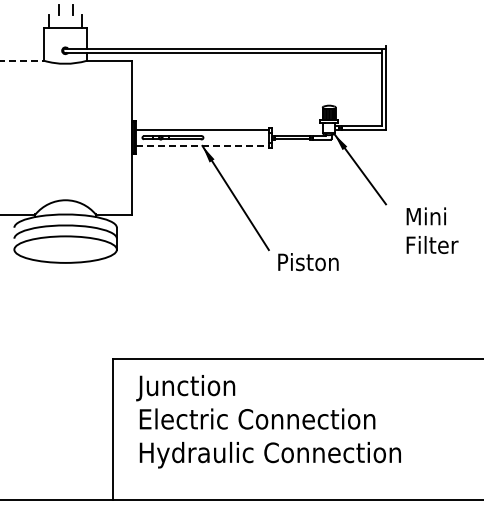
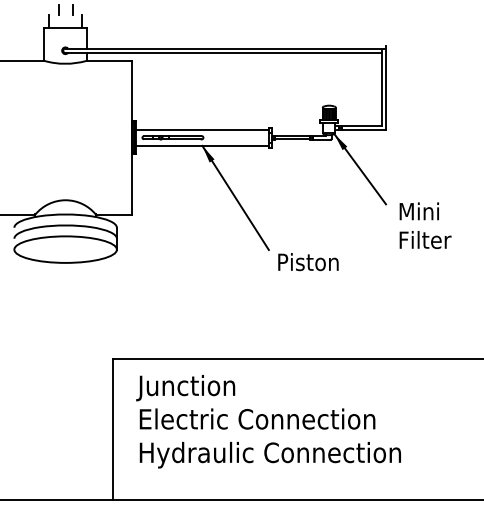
line at (22, 60): dashed -> solid
line at (202, 145): dashed -> solid
text at (432, 230) position: (432, 230) -> (425, 225)
